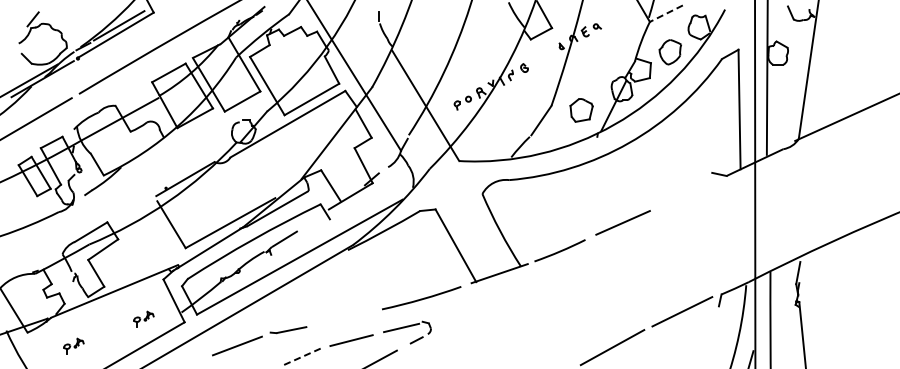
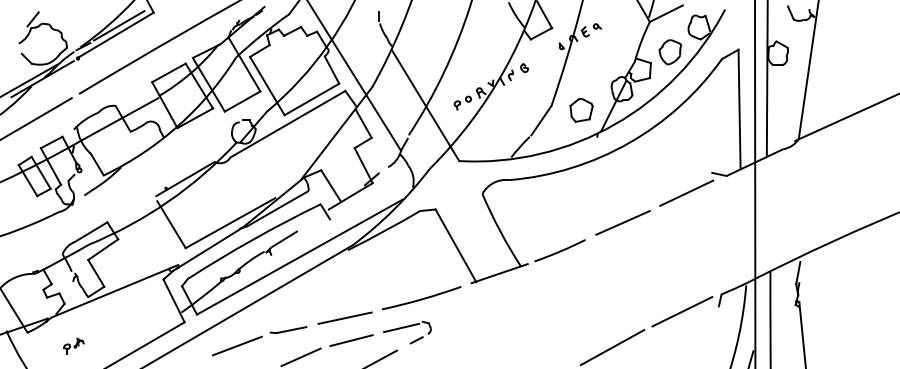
line at (665, 13): dashed -> solid
line at (686, 192): none -> present
line at (344, 317): none -> present
part at (143, 318): present -> none
line at (300, 357): dashed -> solid
